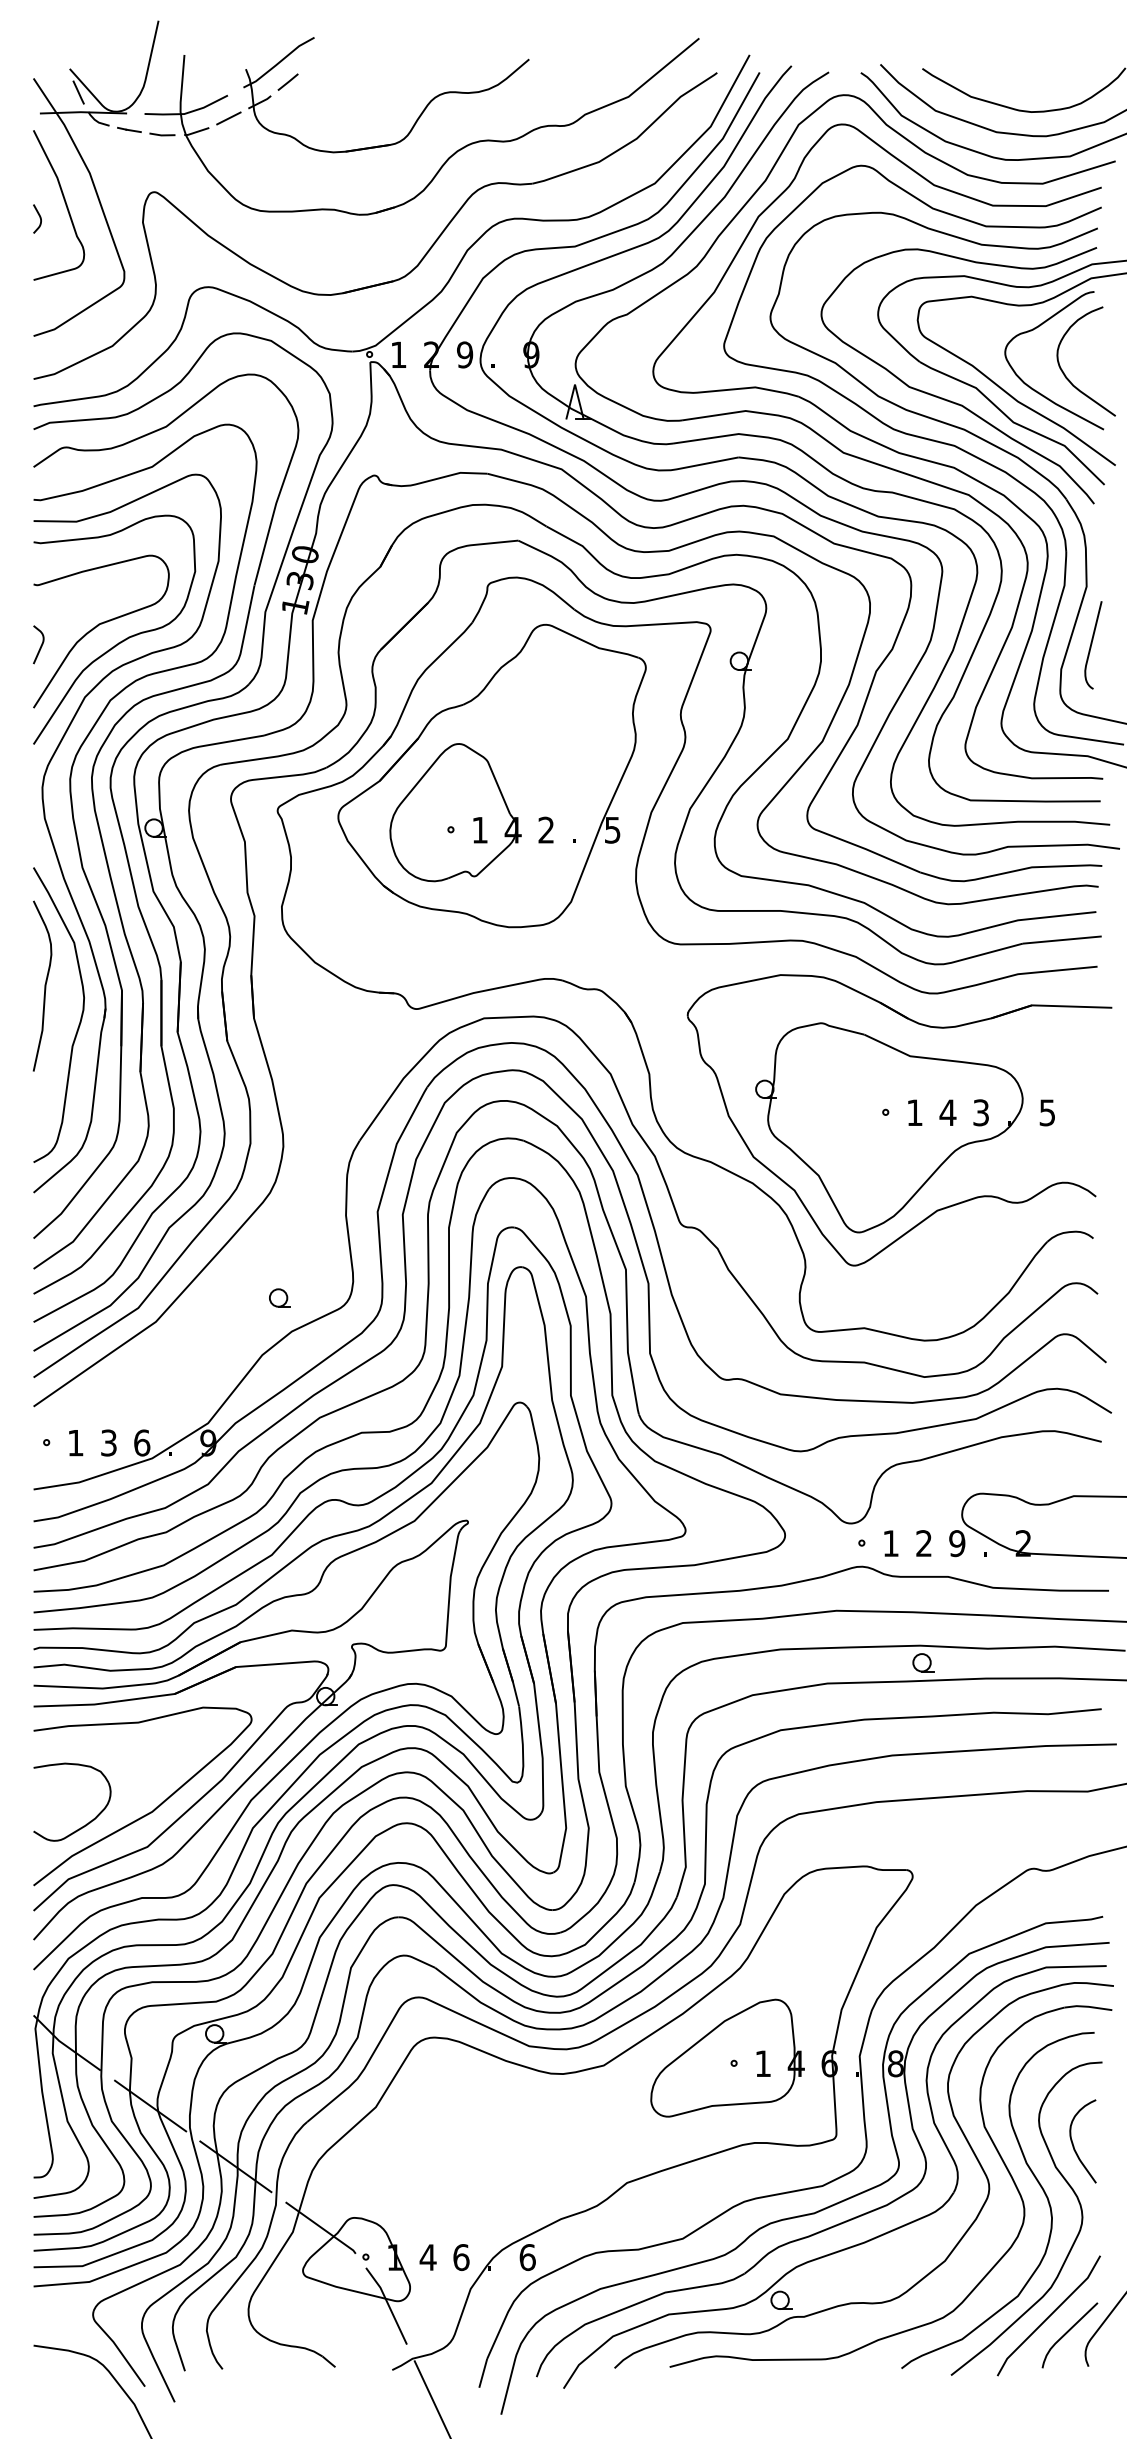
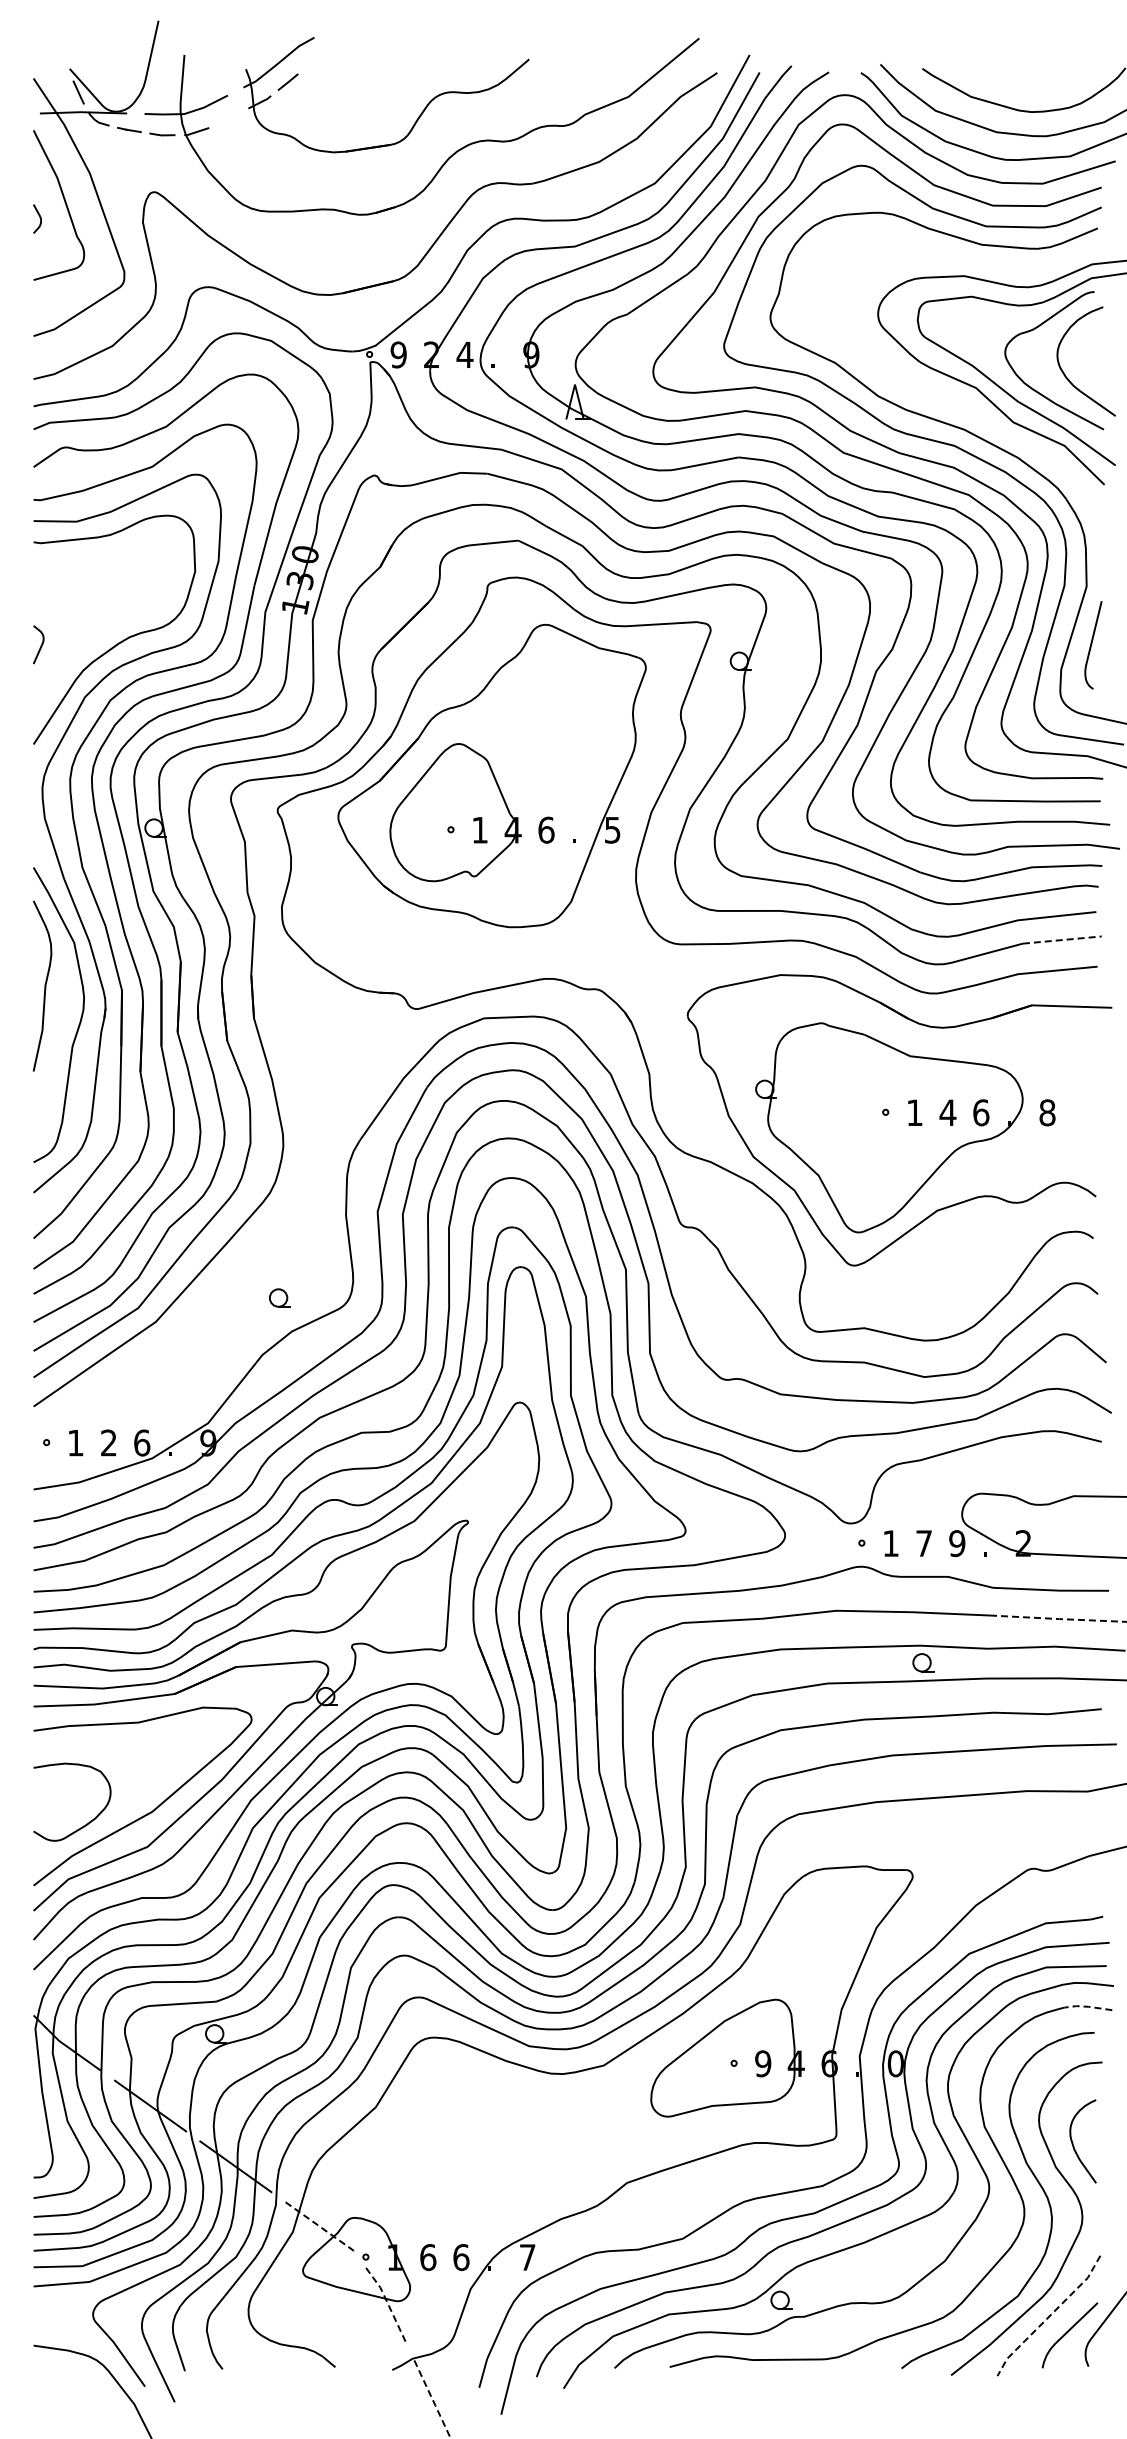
line at (228, 118): present -> none
text at (398, 354): 1 -> 9
text at (464, 354): 9 -> 4
part at (948, 399): present -> none
curve at (98, 626): present -> none
text at (546, 829): 2 -> 6
line at (1062, 940): solid -> dashed
text at (981, 1112): 3 -> 6
text at (1047, 1112): 5 -> 8
text at (108, 1442): 3 -> 2
text at (923, 1543): 2 -> 7
line at (1059, 1619): solid -> dashed
line at (1087, 2006): solid -> dashed
text at (763, 2063): 1 -> 9
text at (895, 2063): 8 -> 0
line at (321, 2228): solid -> dashed
text at (427, 2257): 4 -> 6
text at (527, 2257): 6 -> 7
line at (388, 2304): solid -> dashed
line at (1049, 2316): solid -> dashed
line at (432, 2400): solid -> dashed
